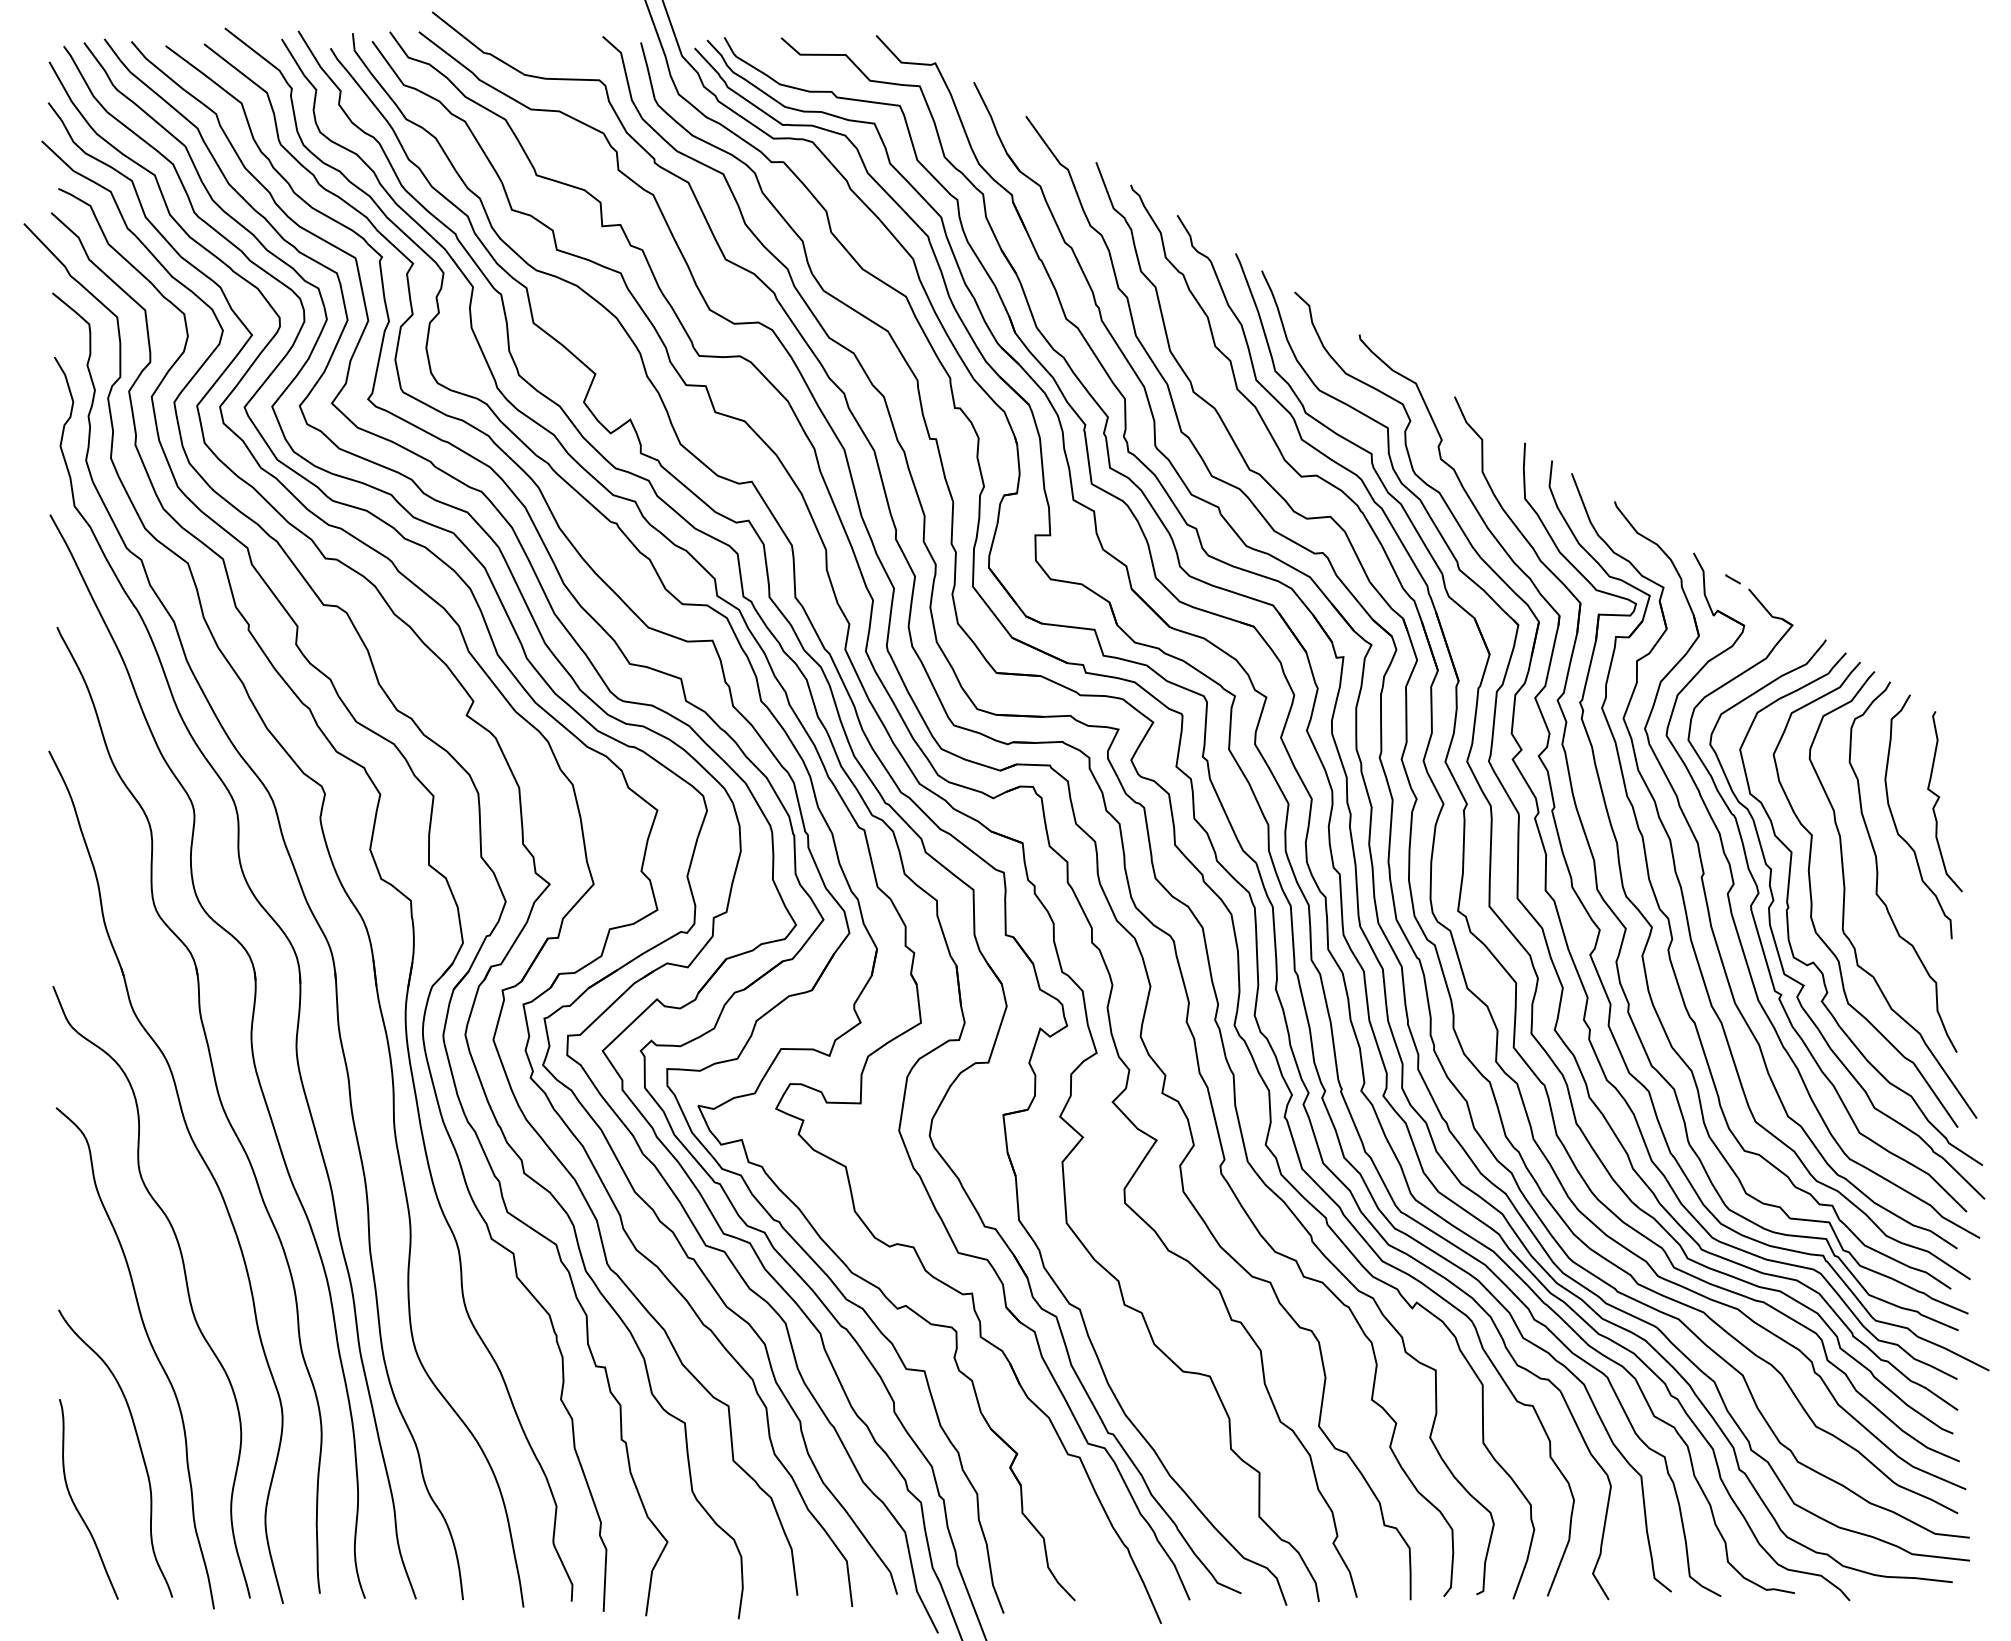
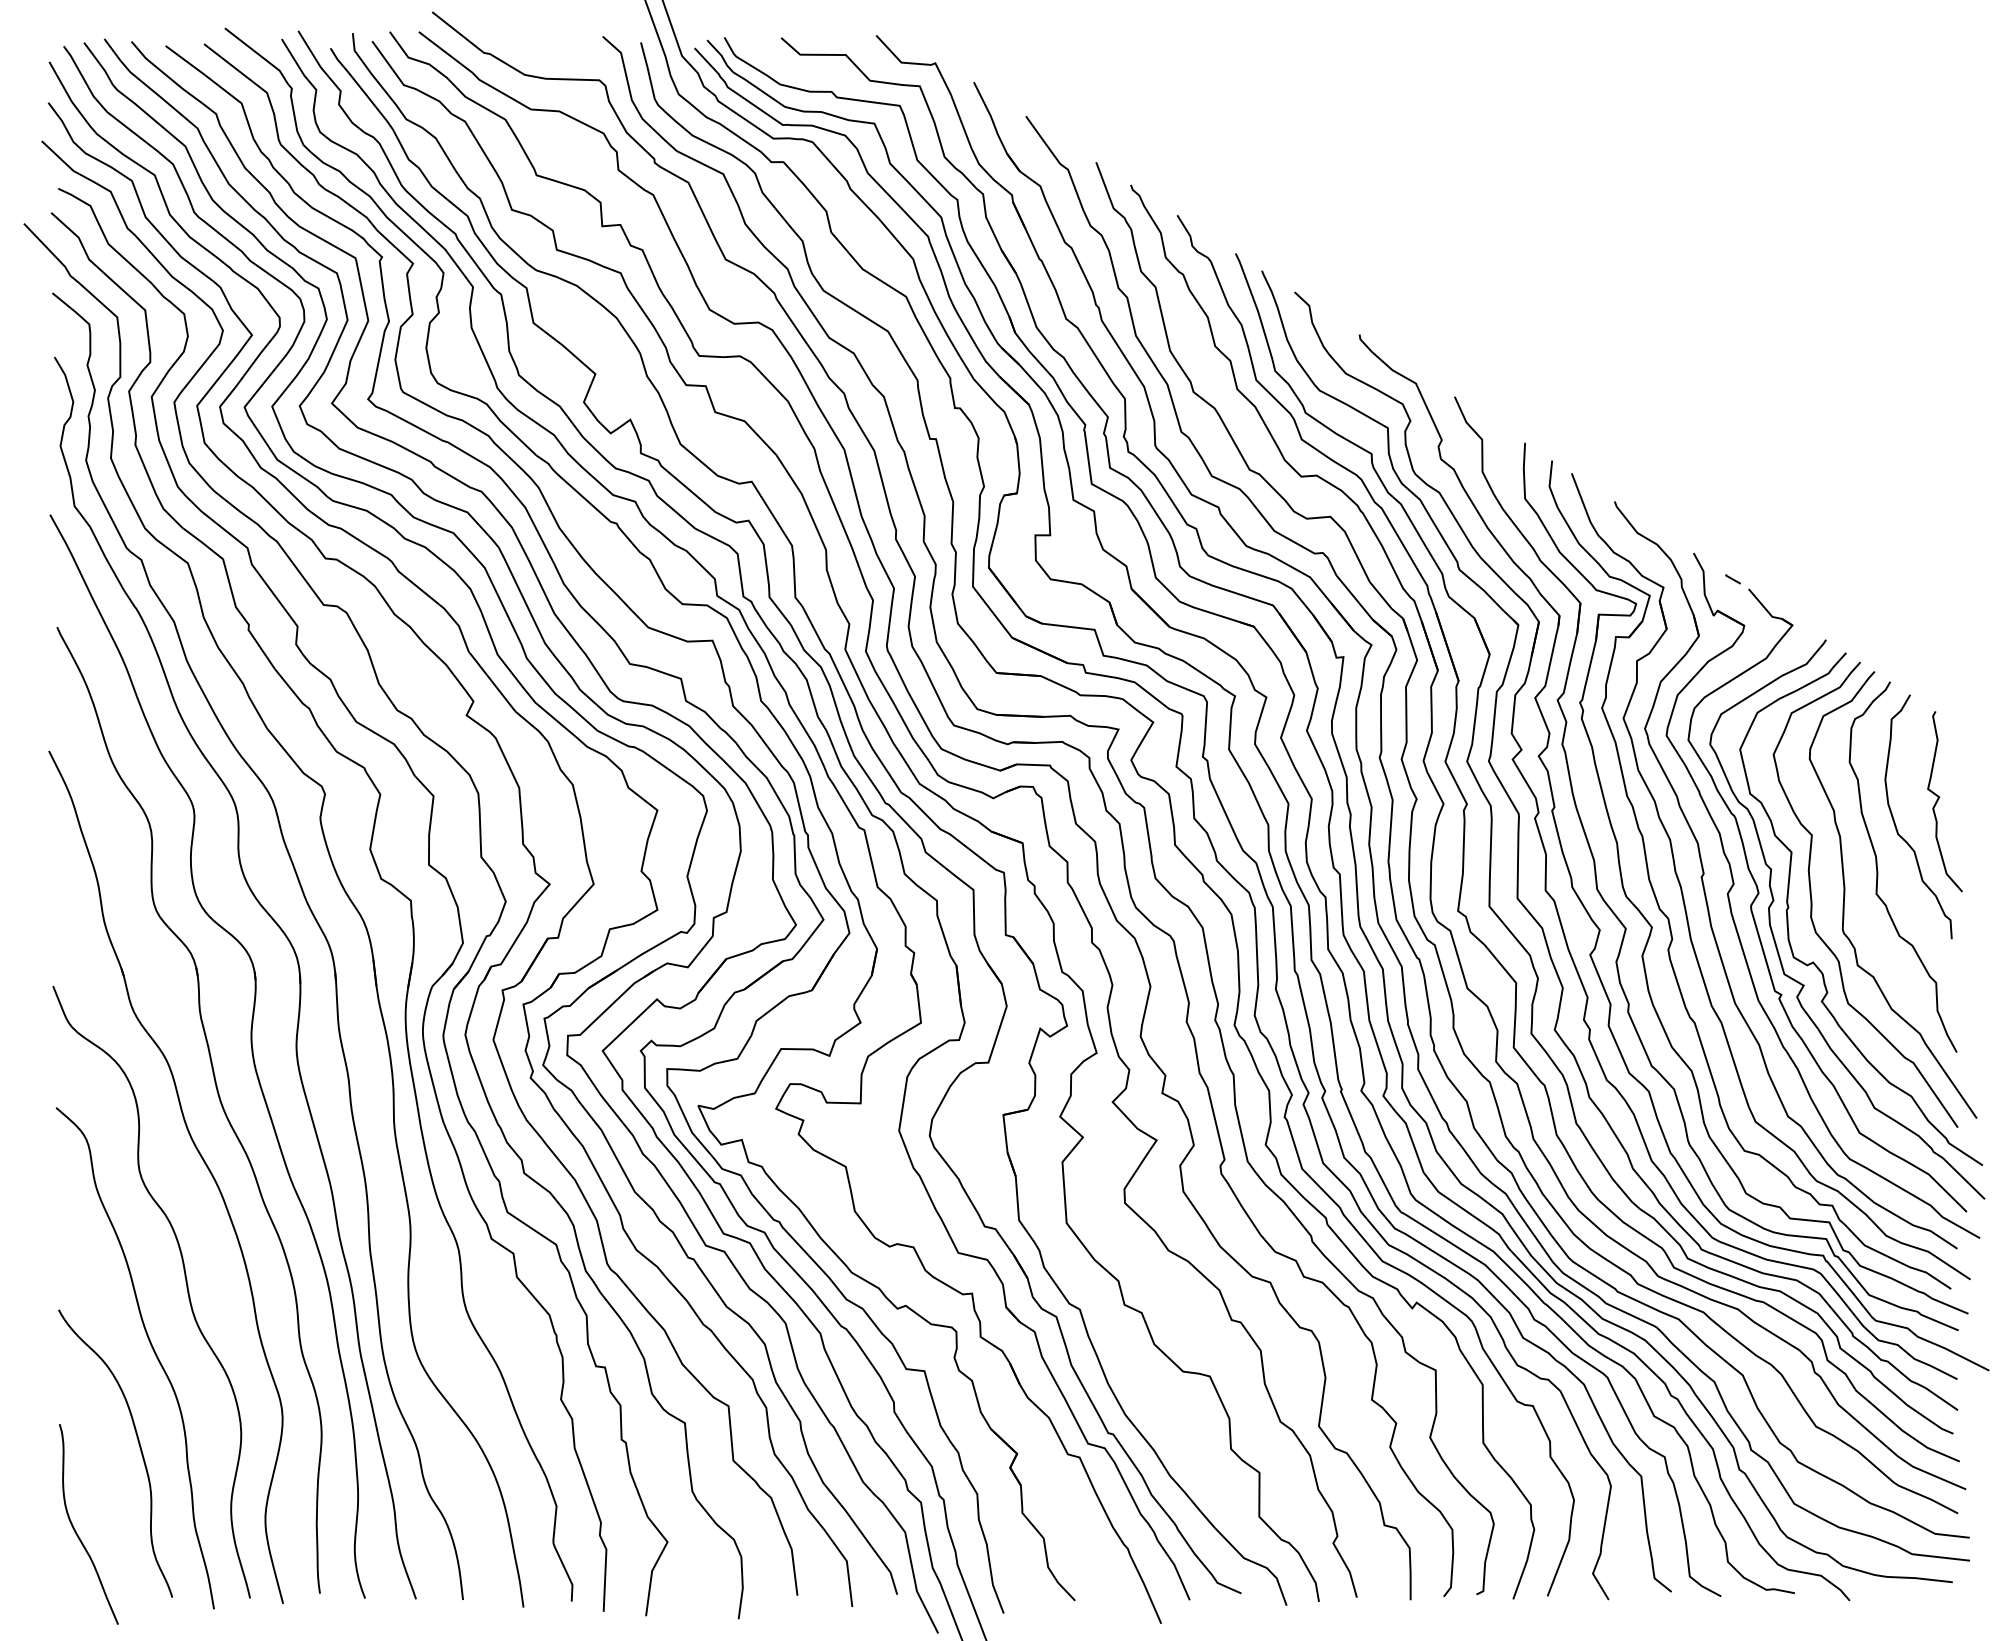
curve at (76, 1506) position: (76, 1506) -> (76, 1531)
